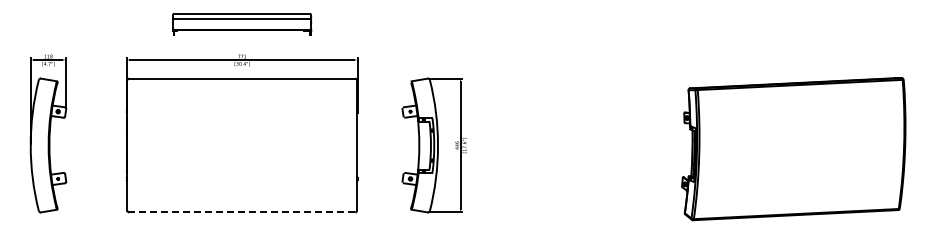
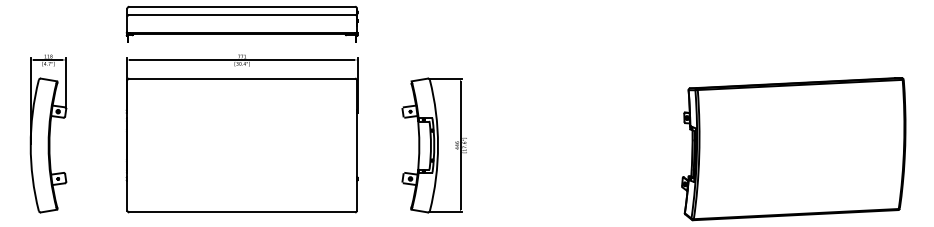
part at (242, 24) size: 141x23 px -> 234x37 px
line at (242, 212): dashed -> solid
